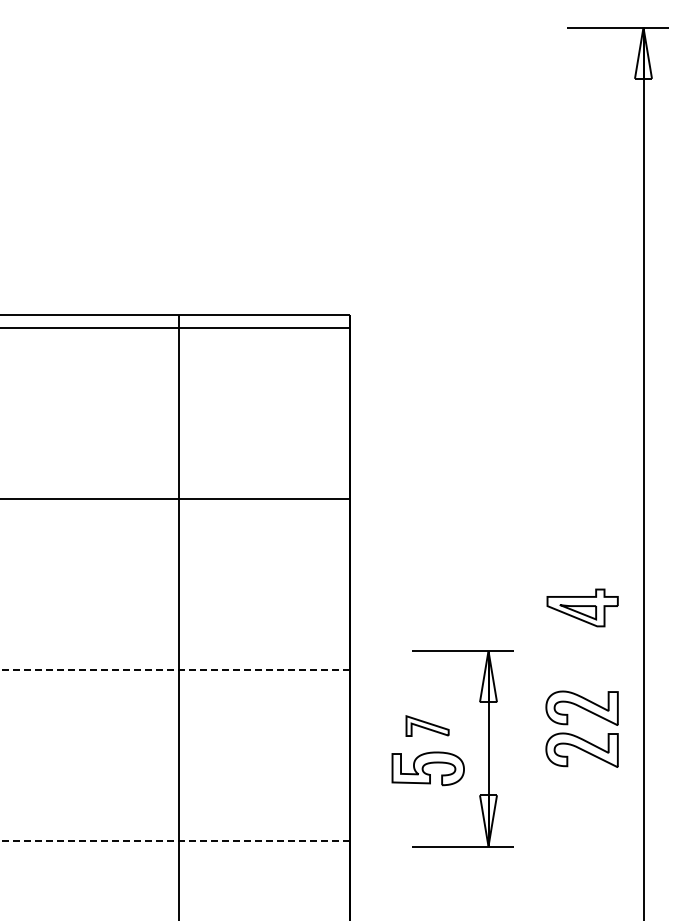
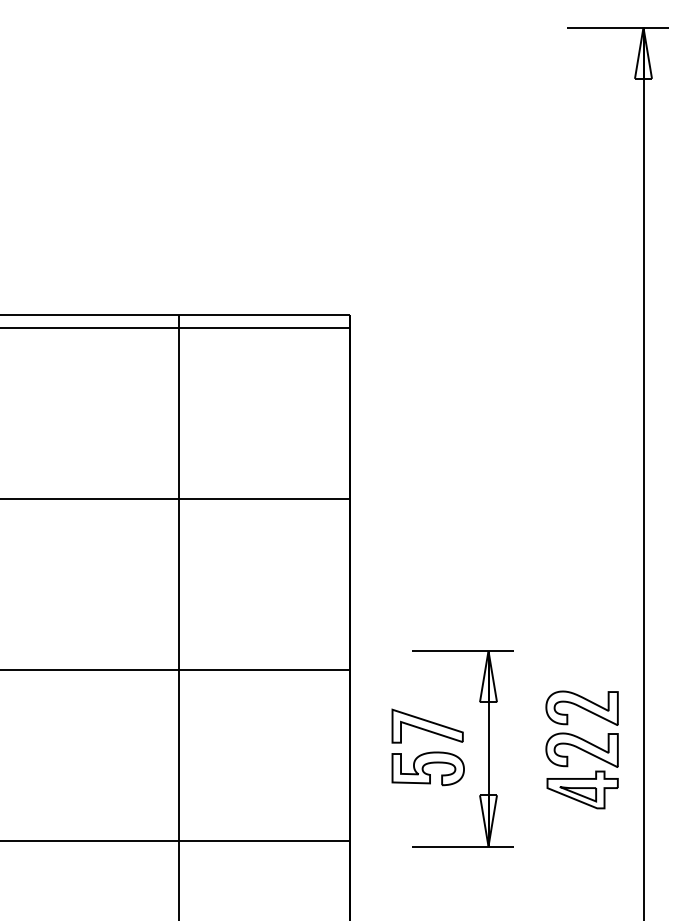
part at (582, 607) position: (582, 607) -> (582, 789)
line at (174, 670): dashed -> solid
part at (427, 725) size: 45x22 px -> 73x36 px
line at (174, 841): dashed -> solid
